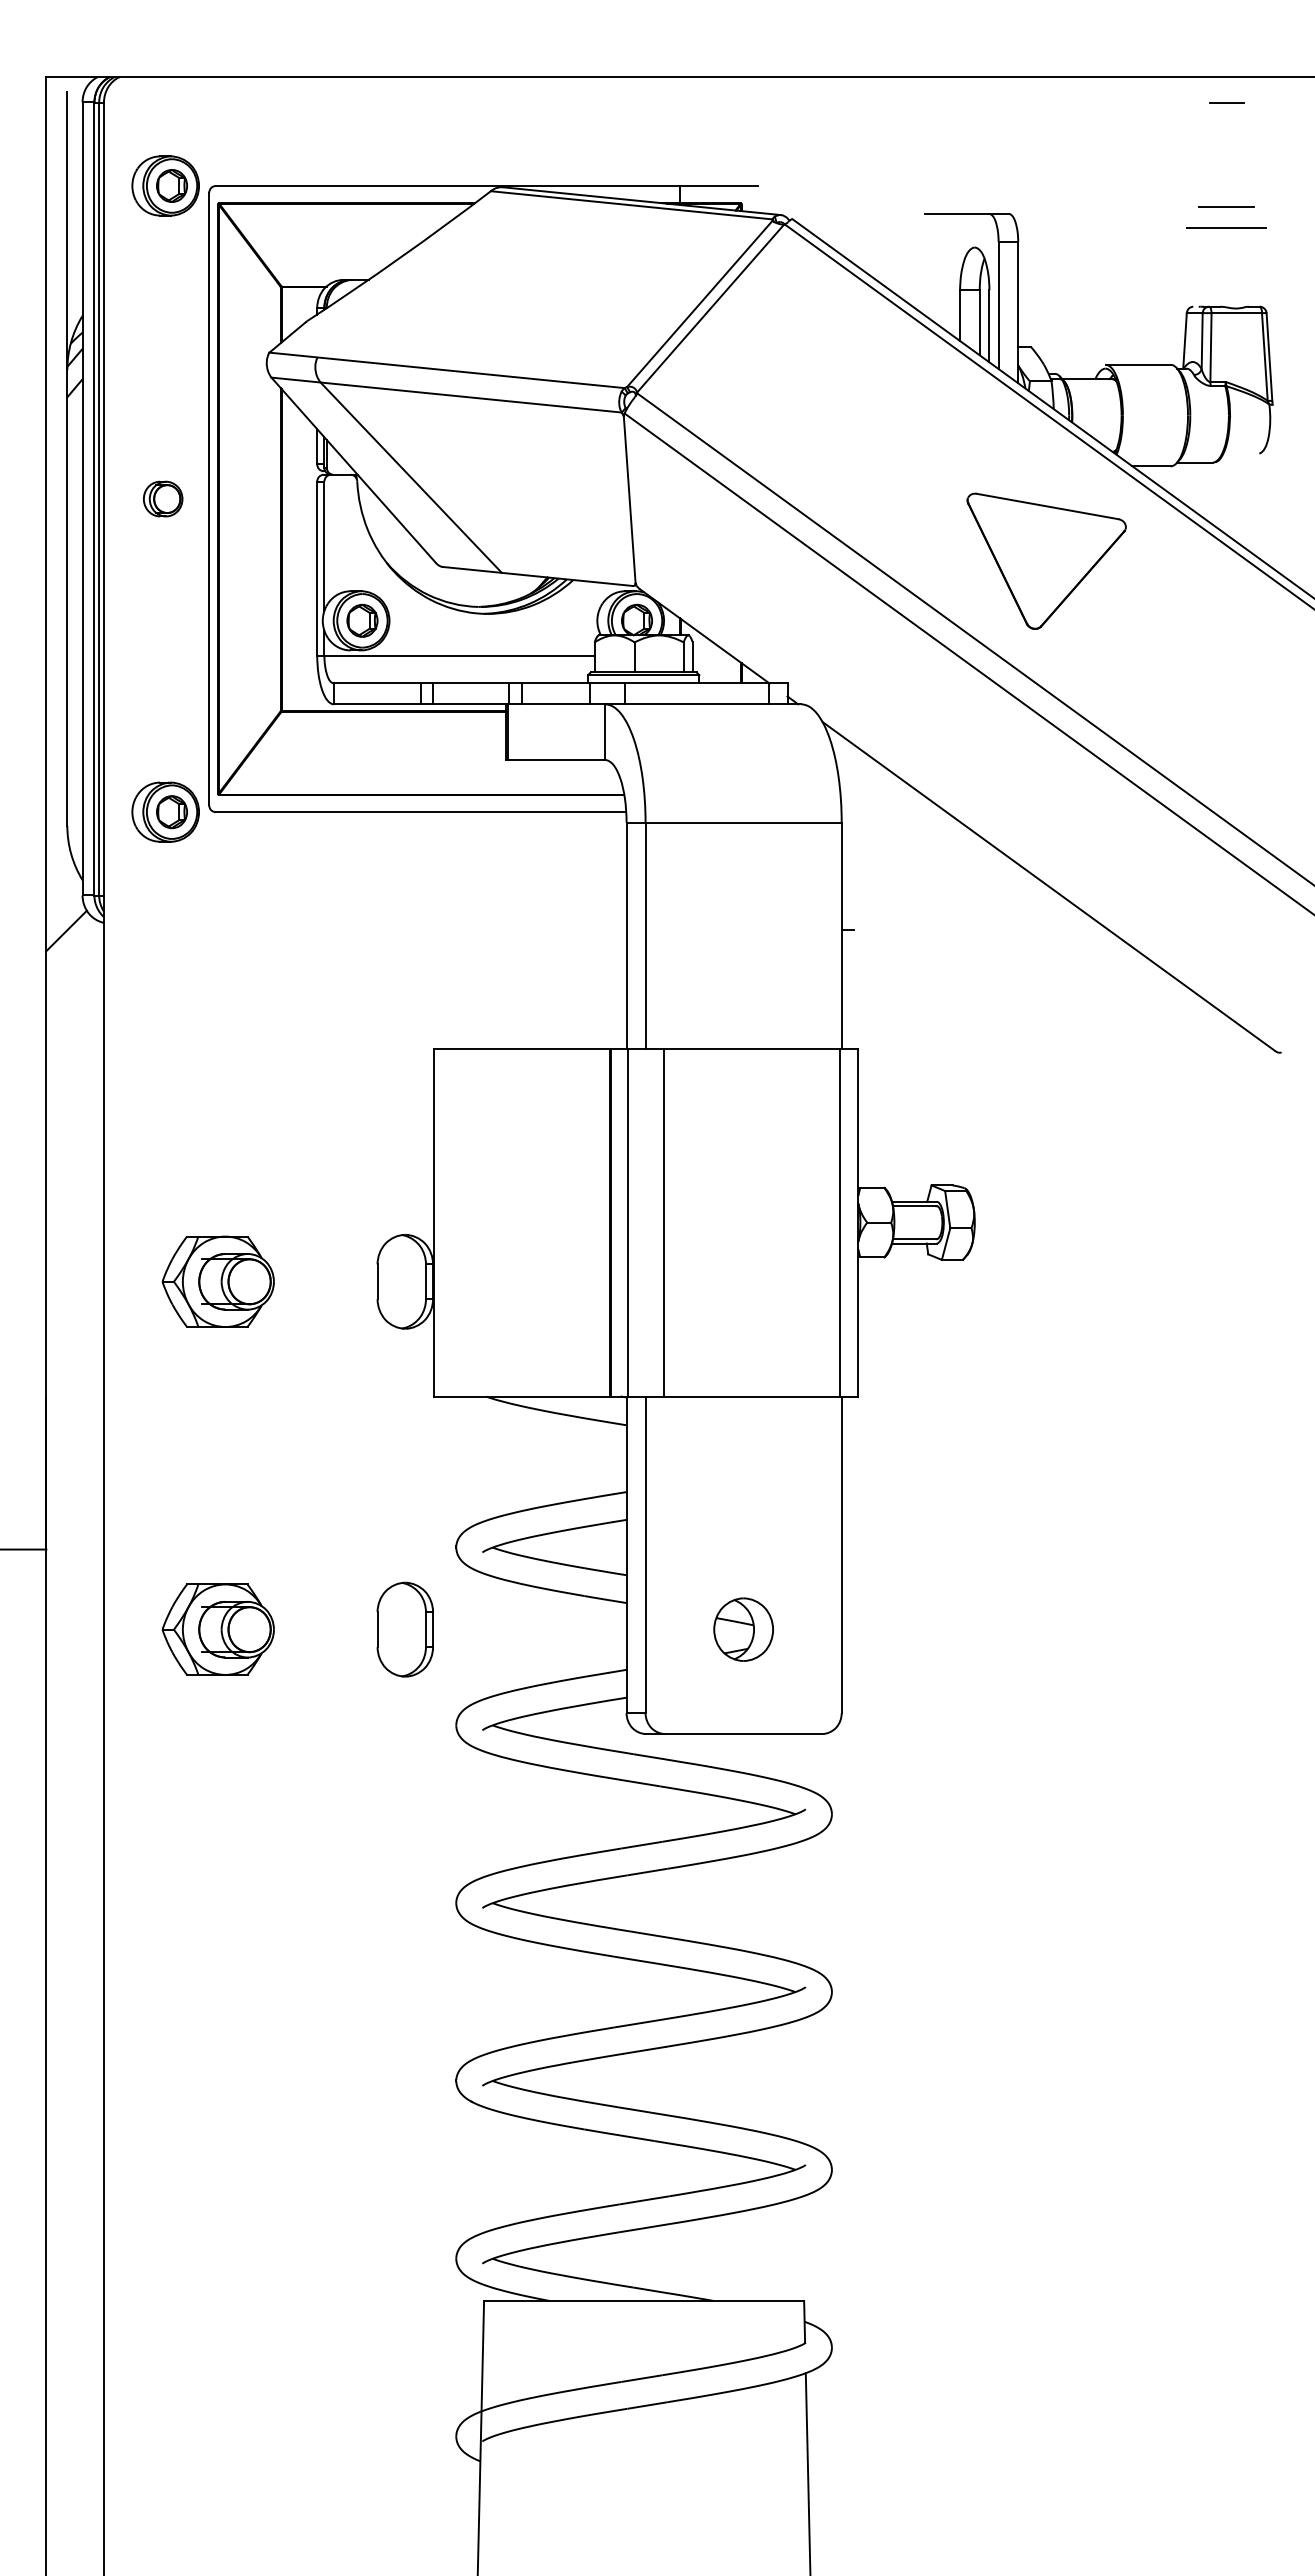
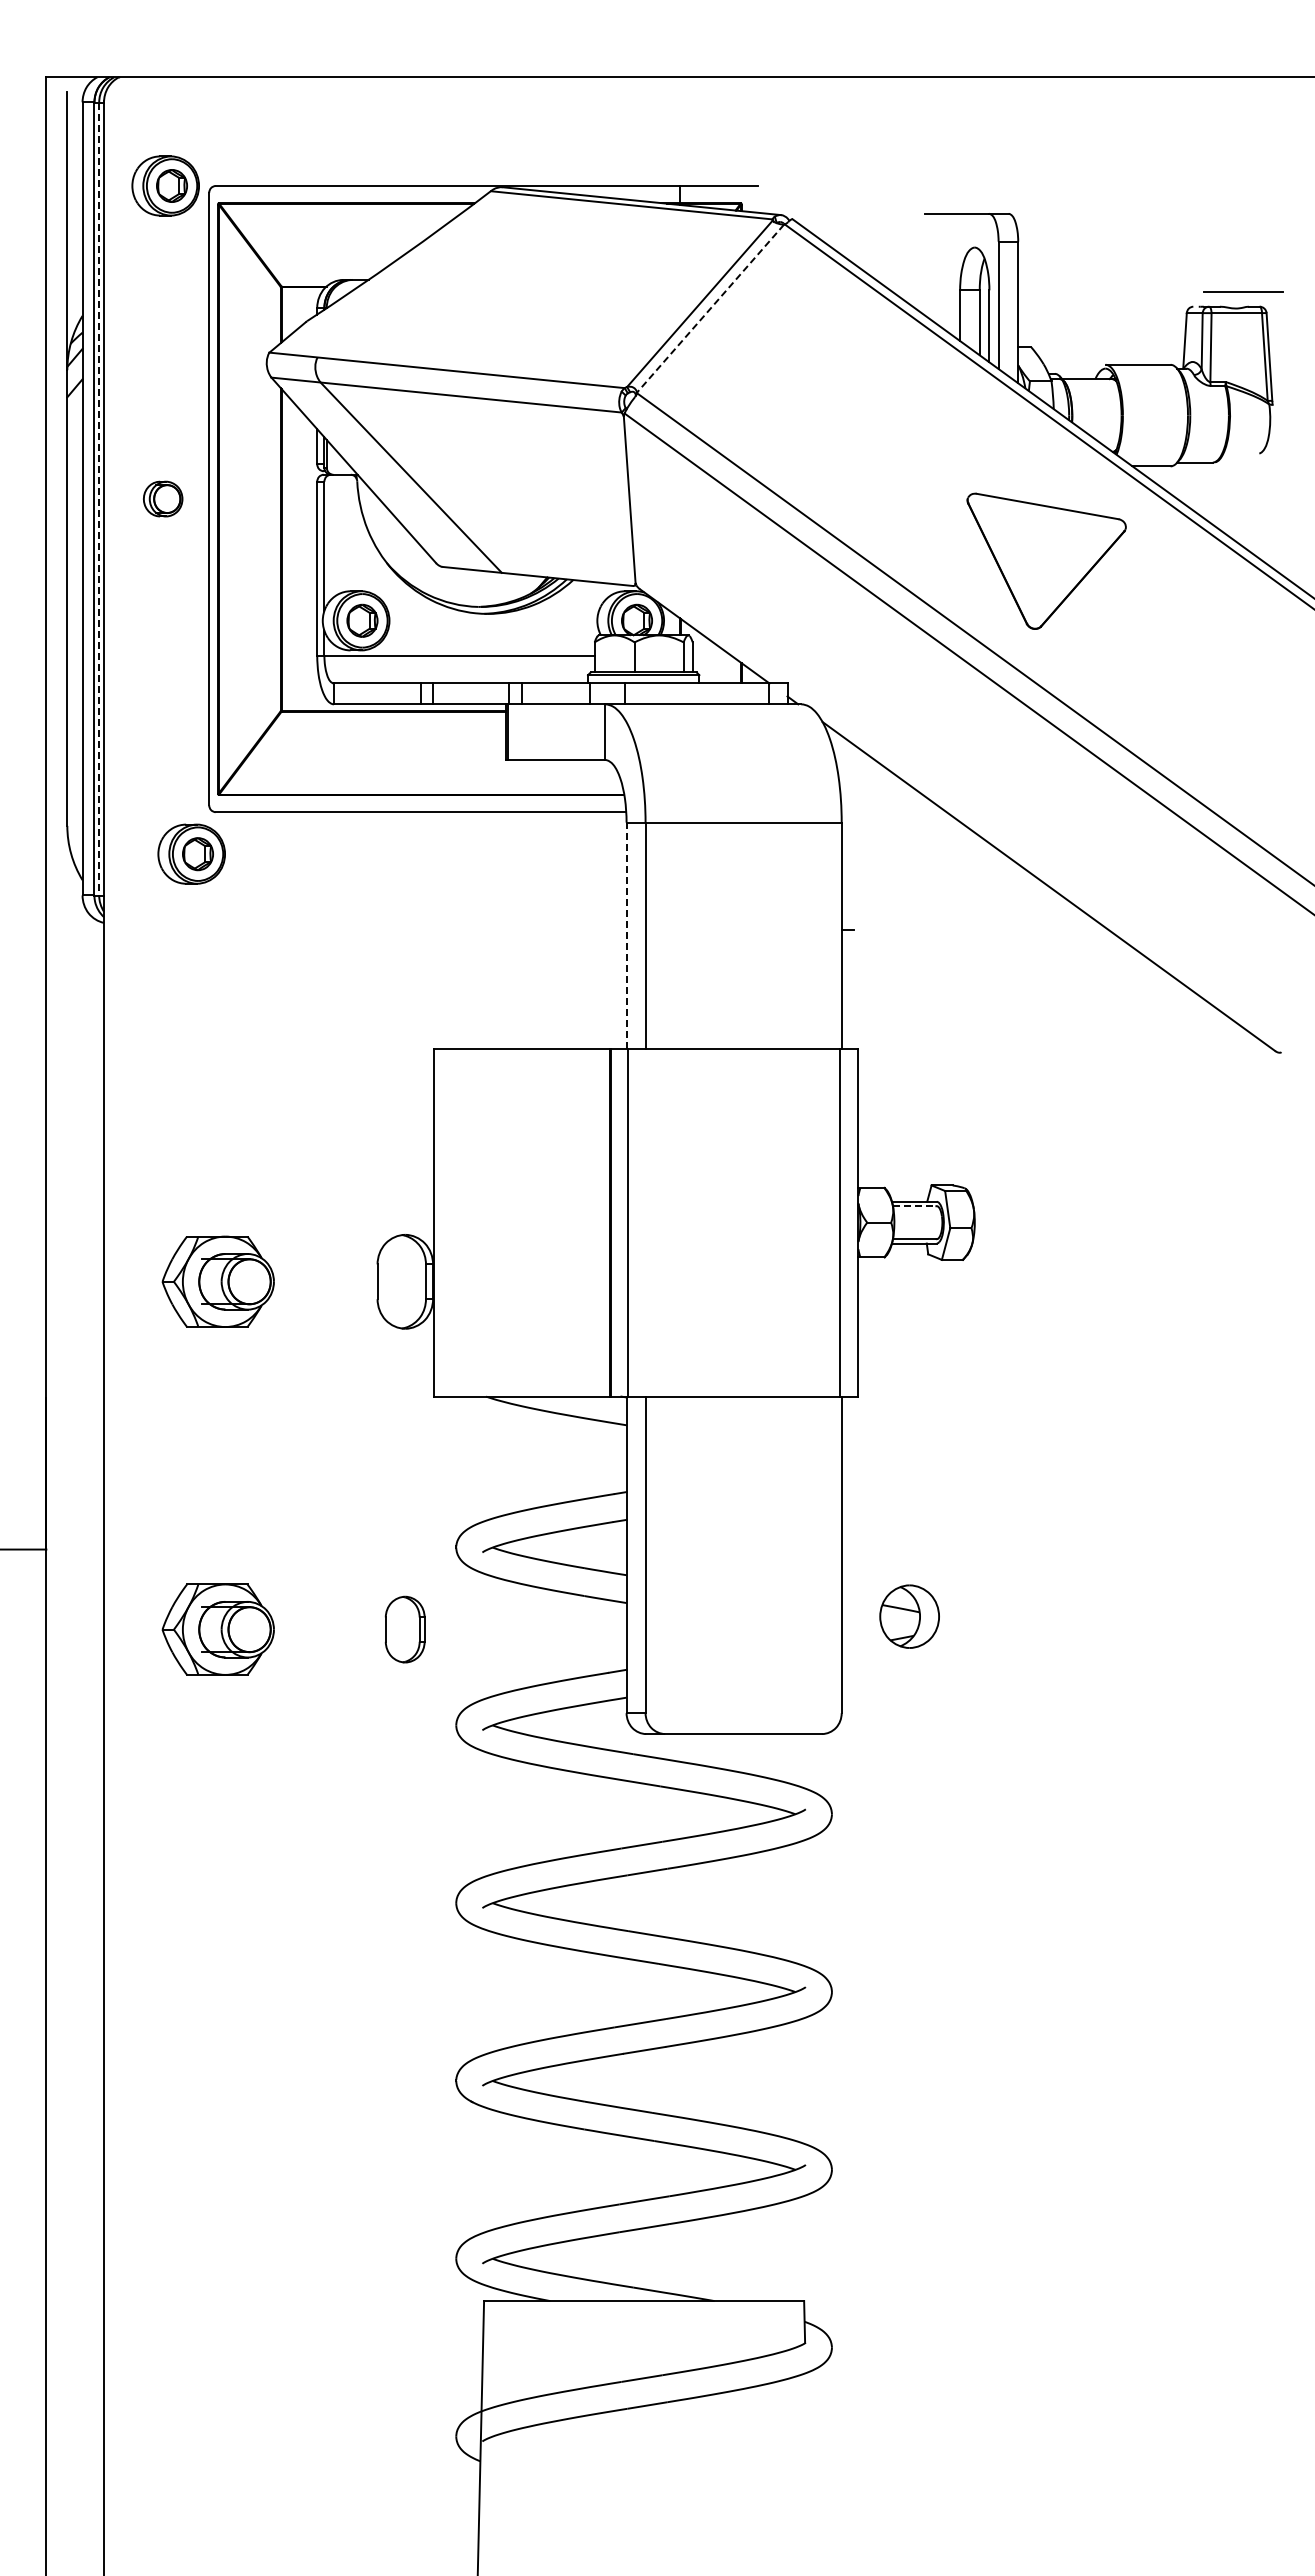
line at (1226, 102): present -> none
line at (1226, 206): present -> none
line at (1226, 227) position: (1226, 227) -> (1243, 291)
line at (710, 308): solid -> dashed
line at (99, 499): solid -> dashed
part at (165, 811) position: (165, 811) -> (191, 853)
line at (66, 930): present -> none
line at (626, 935): solid -> dashed
line at (914, 1206): solid -> dashed
line at (663, 1222): present -> none
part at (404, 1629) size: 58x97 px -> 42x69 px
part at (743, 1629) position: (743, 1629) -> (909, 1616)
line at (807, 2472): present -> none
